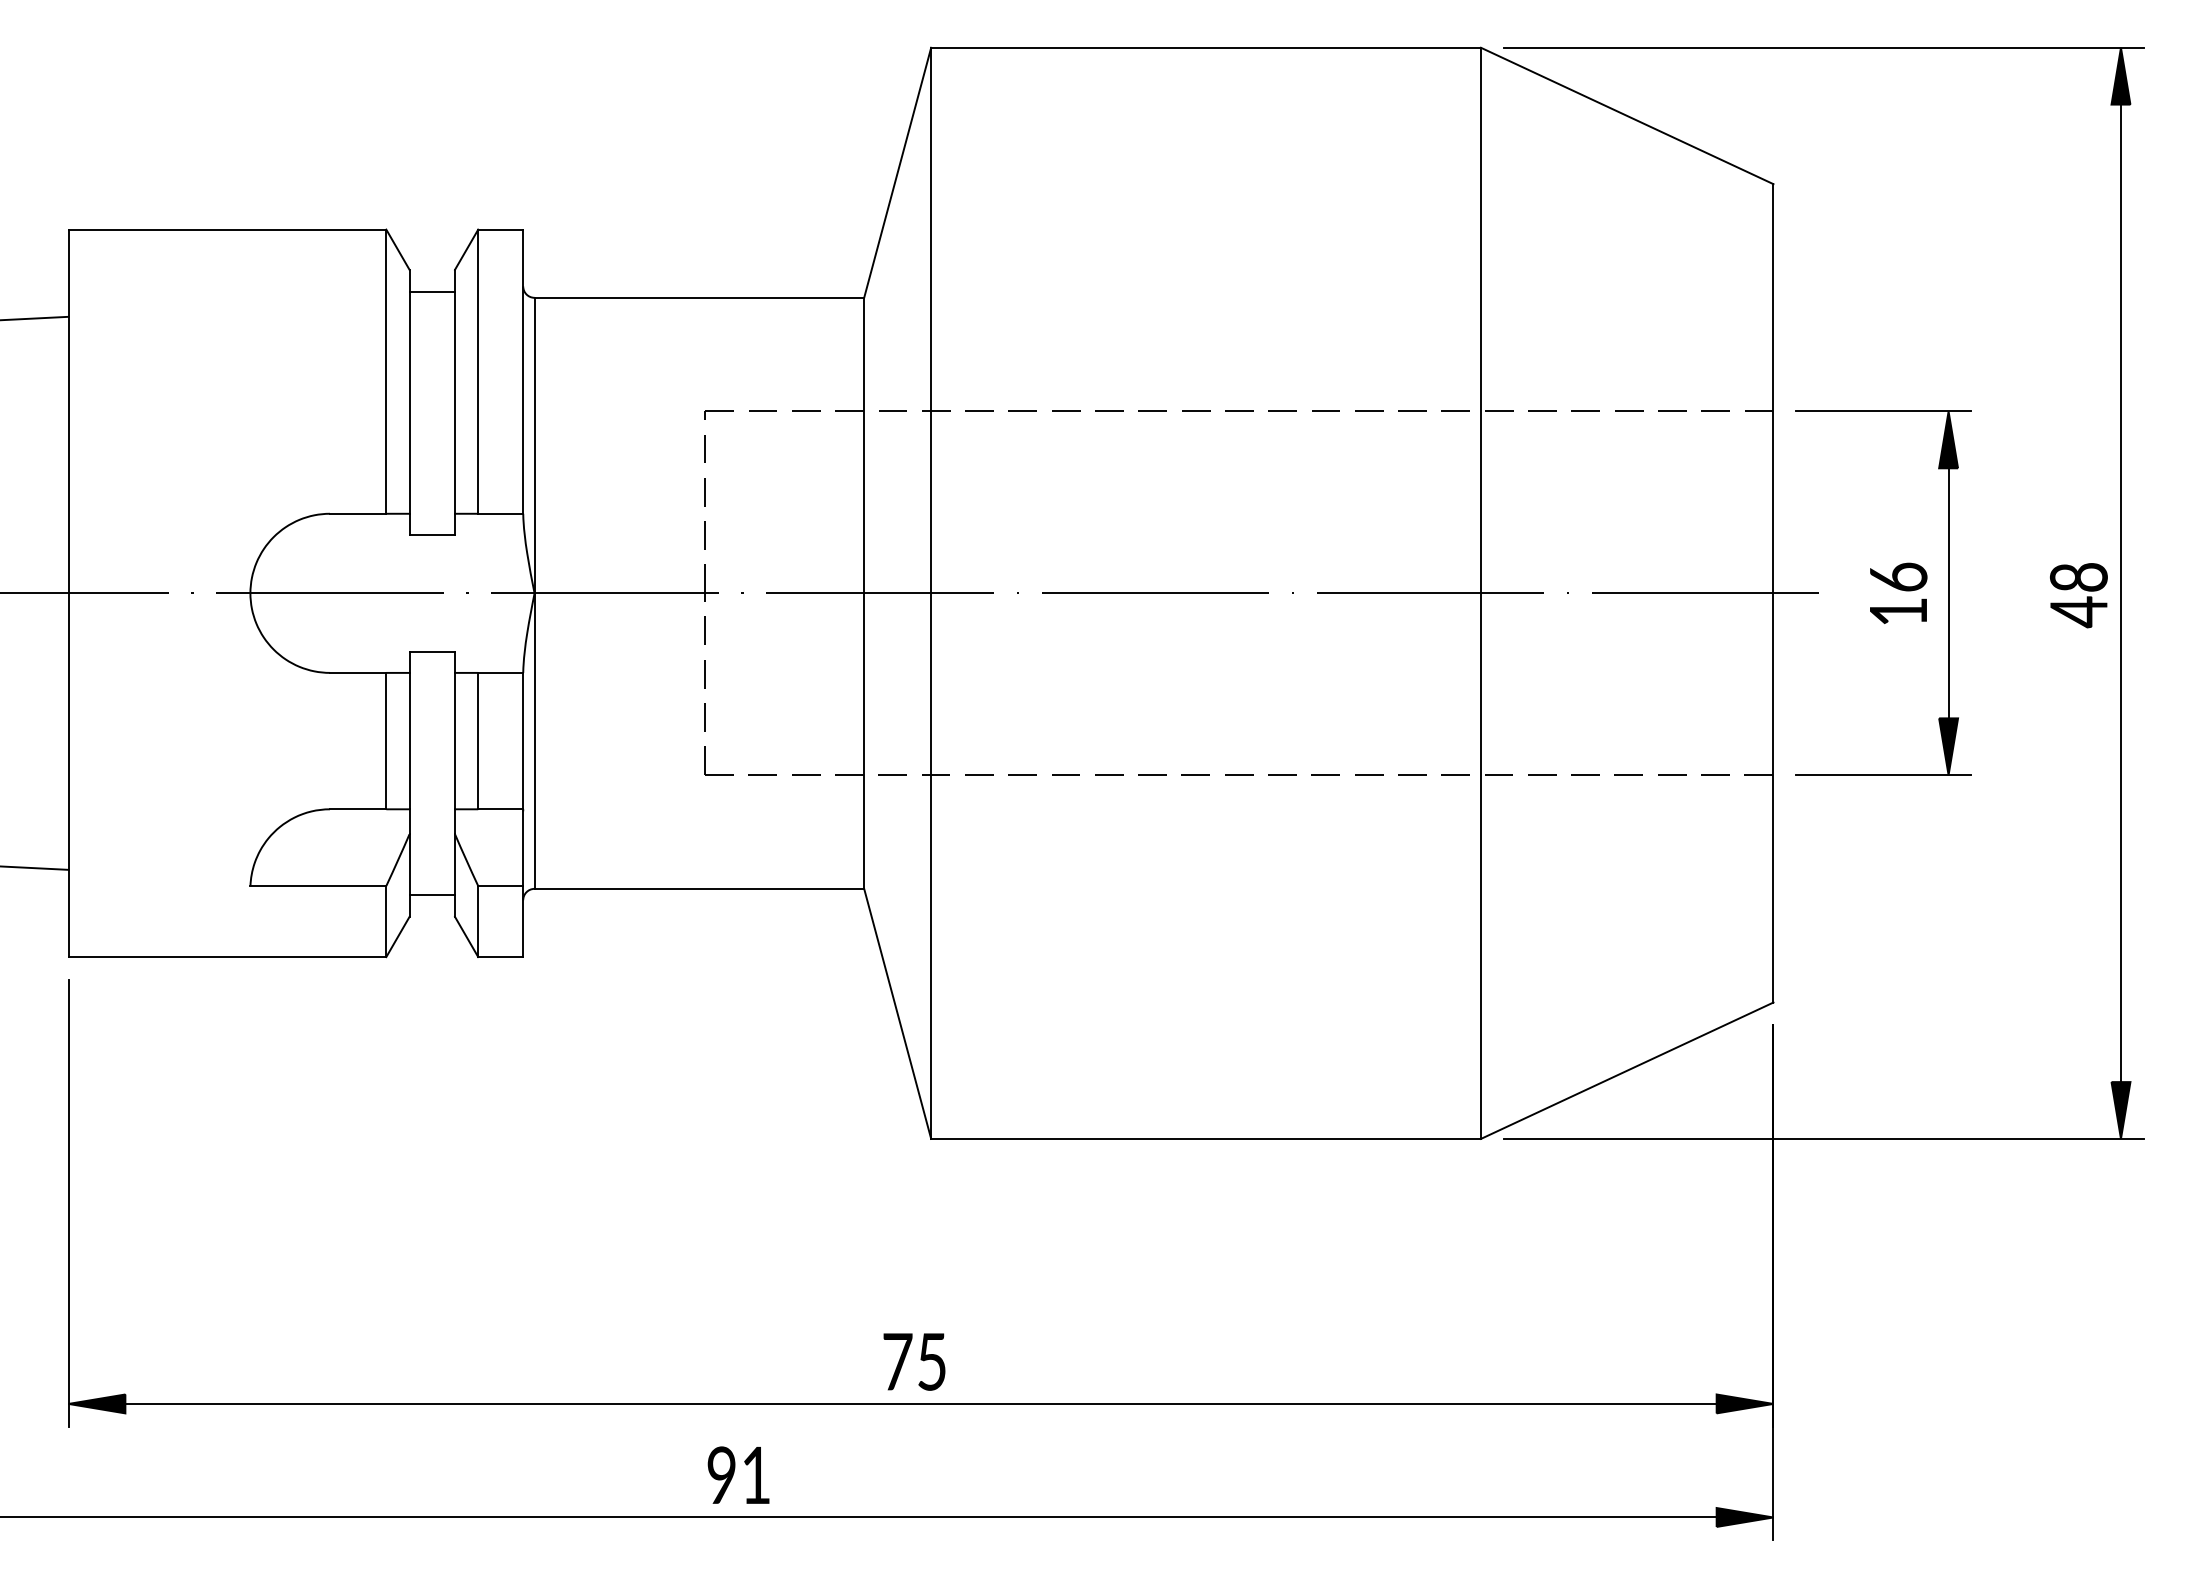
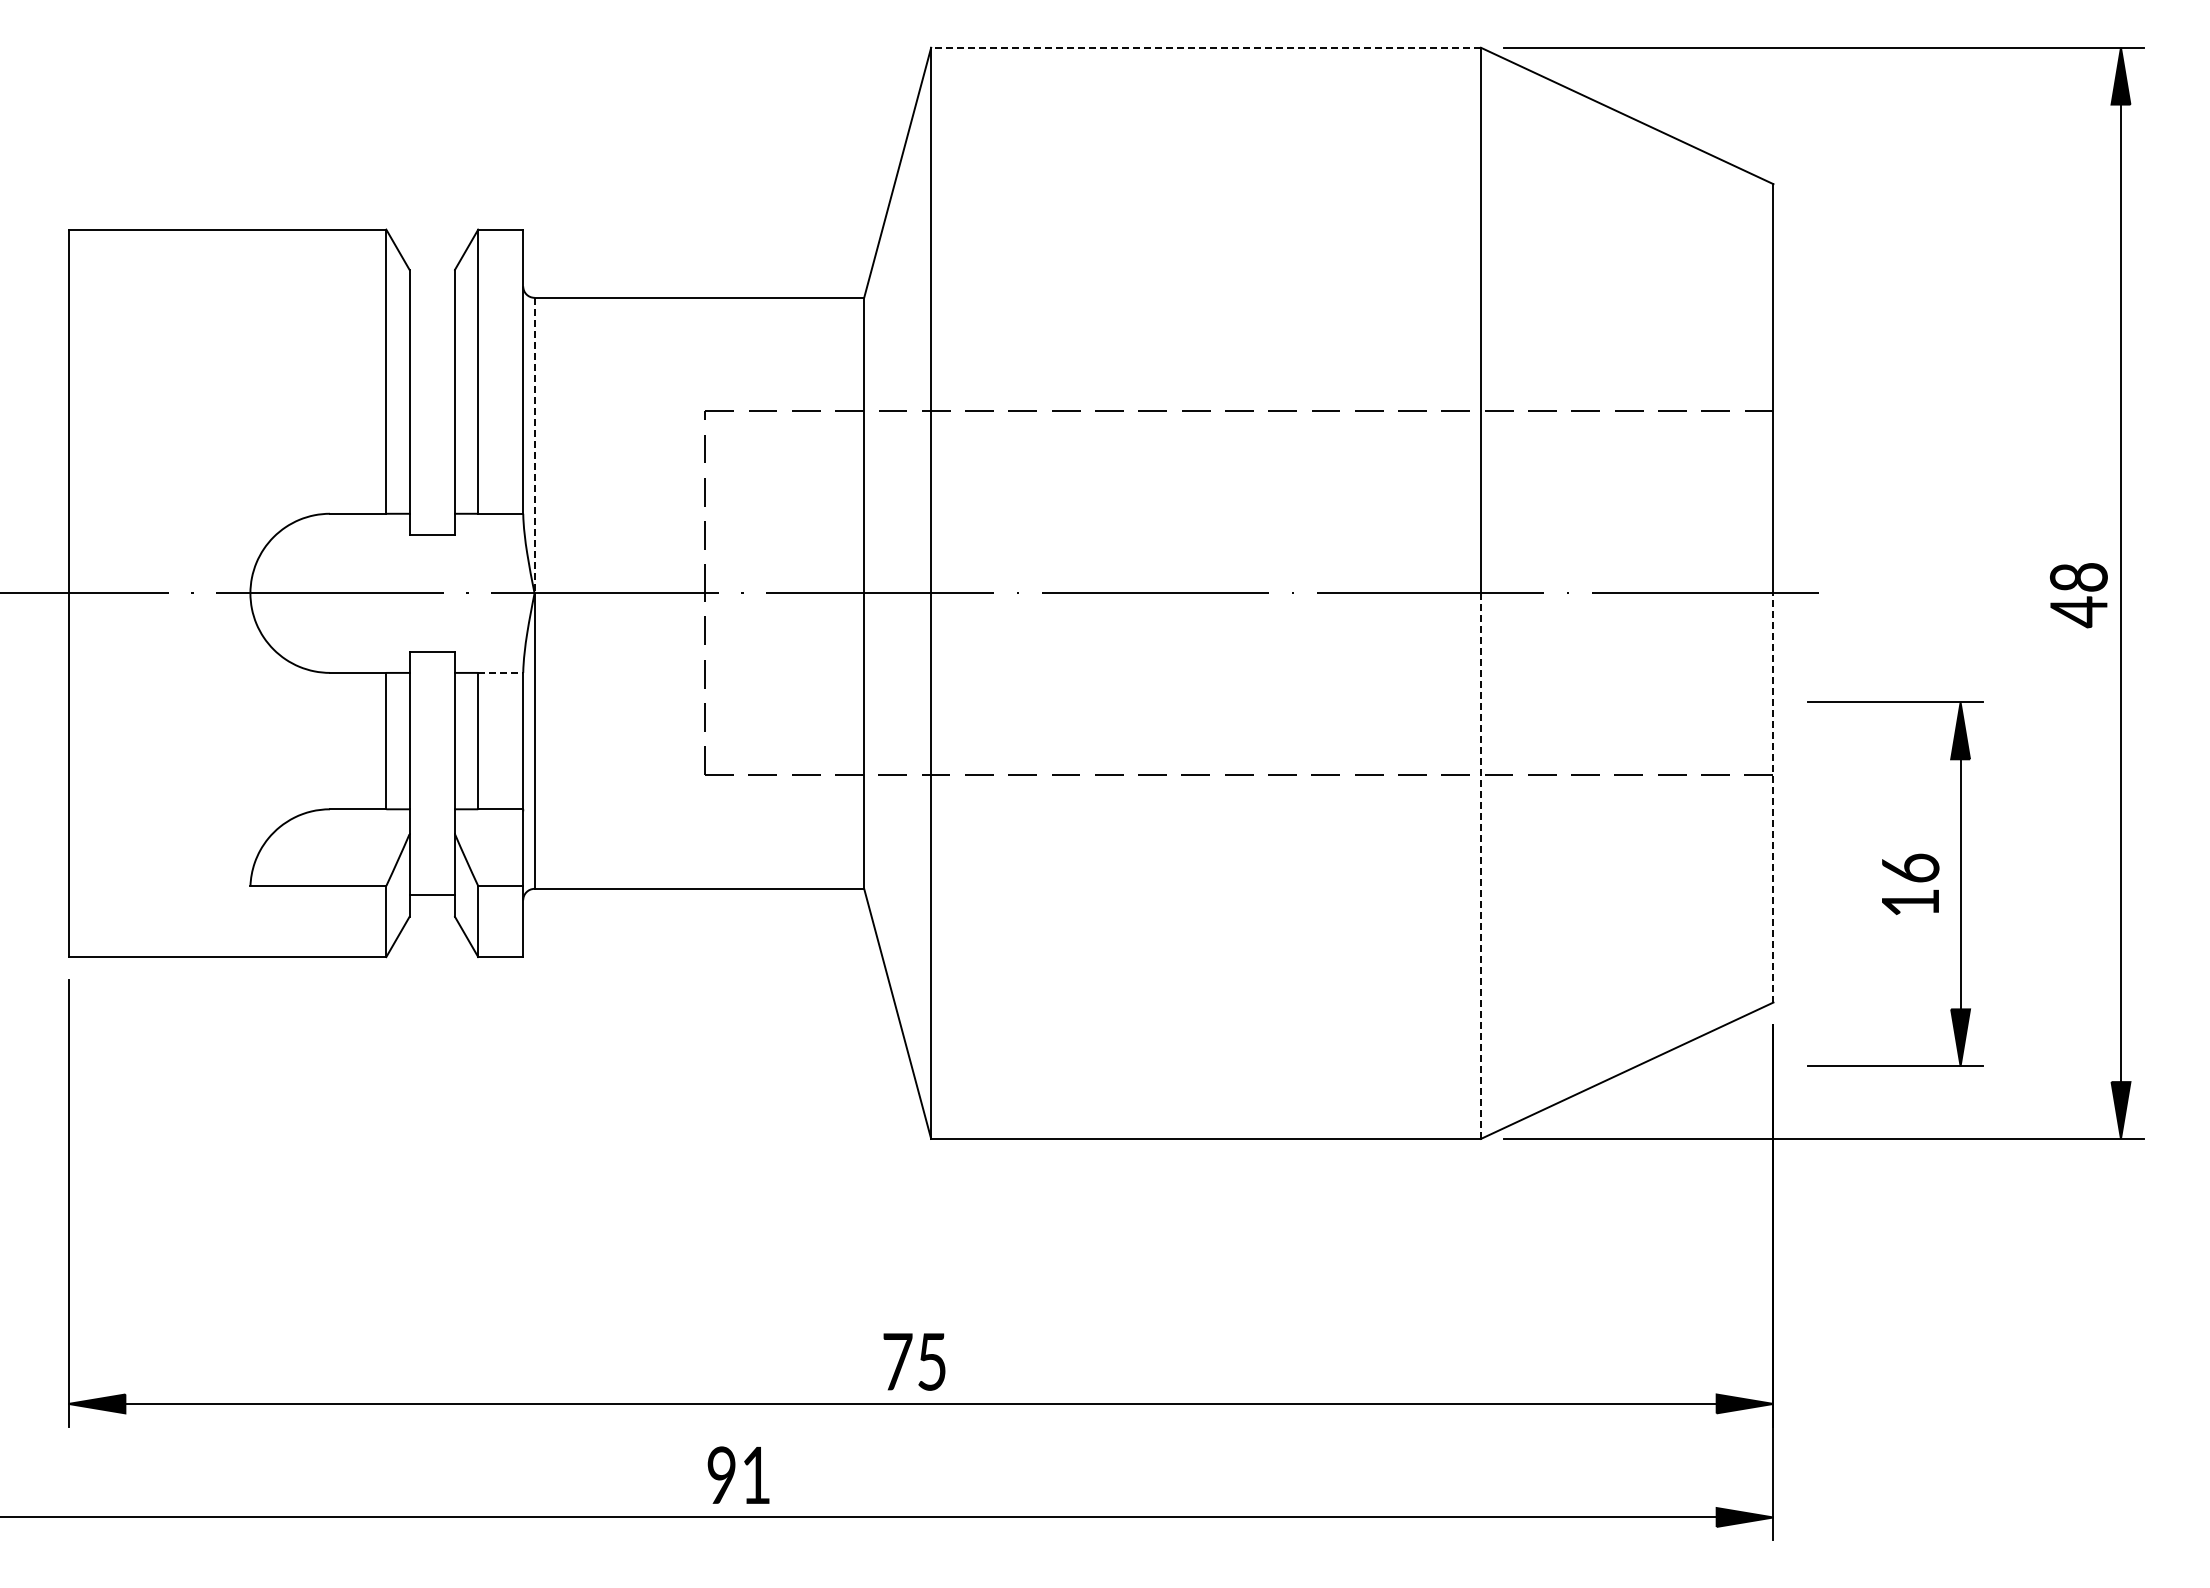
line at (1206, 47): solid -> dashed
line at (432, 292): present -> none
line at (35, 318): present -> none
line at (534, 445): solid -> dashed
part at (1887, 584) position: (1887, 584) -> (1899, 875)
line at (501, 672): solid -> dashed
line at (1773, 797): solid -> dashed
line at (1480, 866): solid -> dashed
line at (35, 867): present -> none
